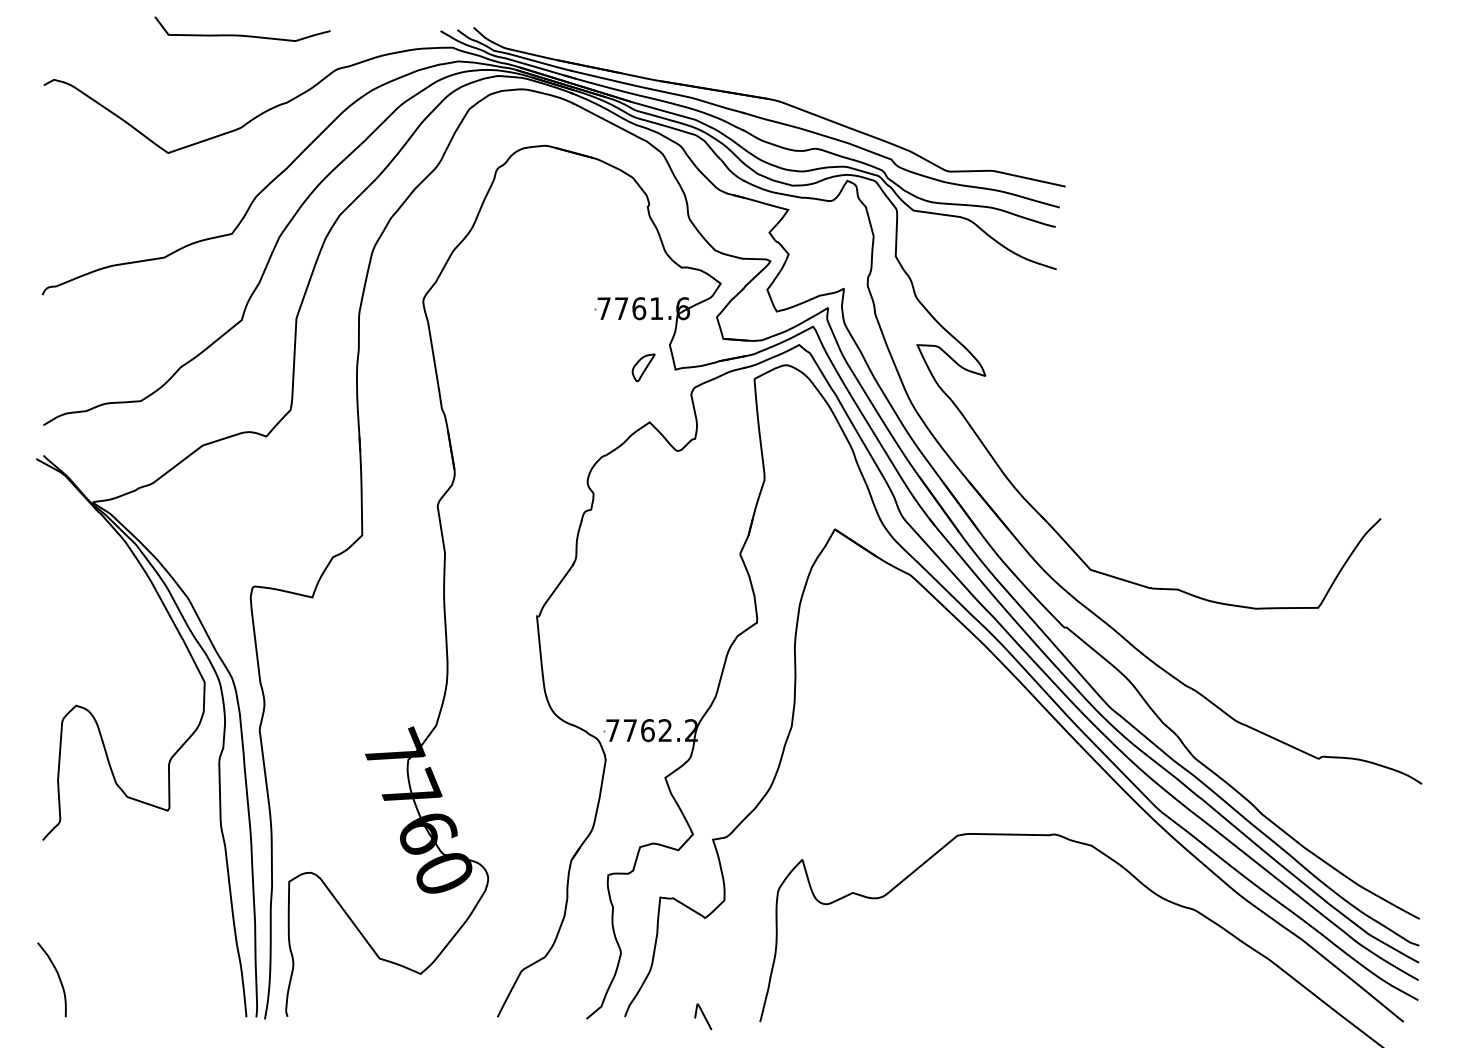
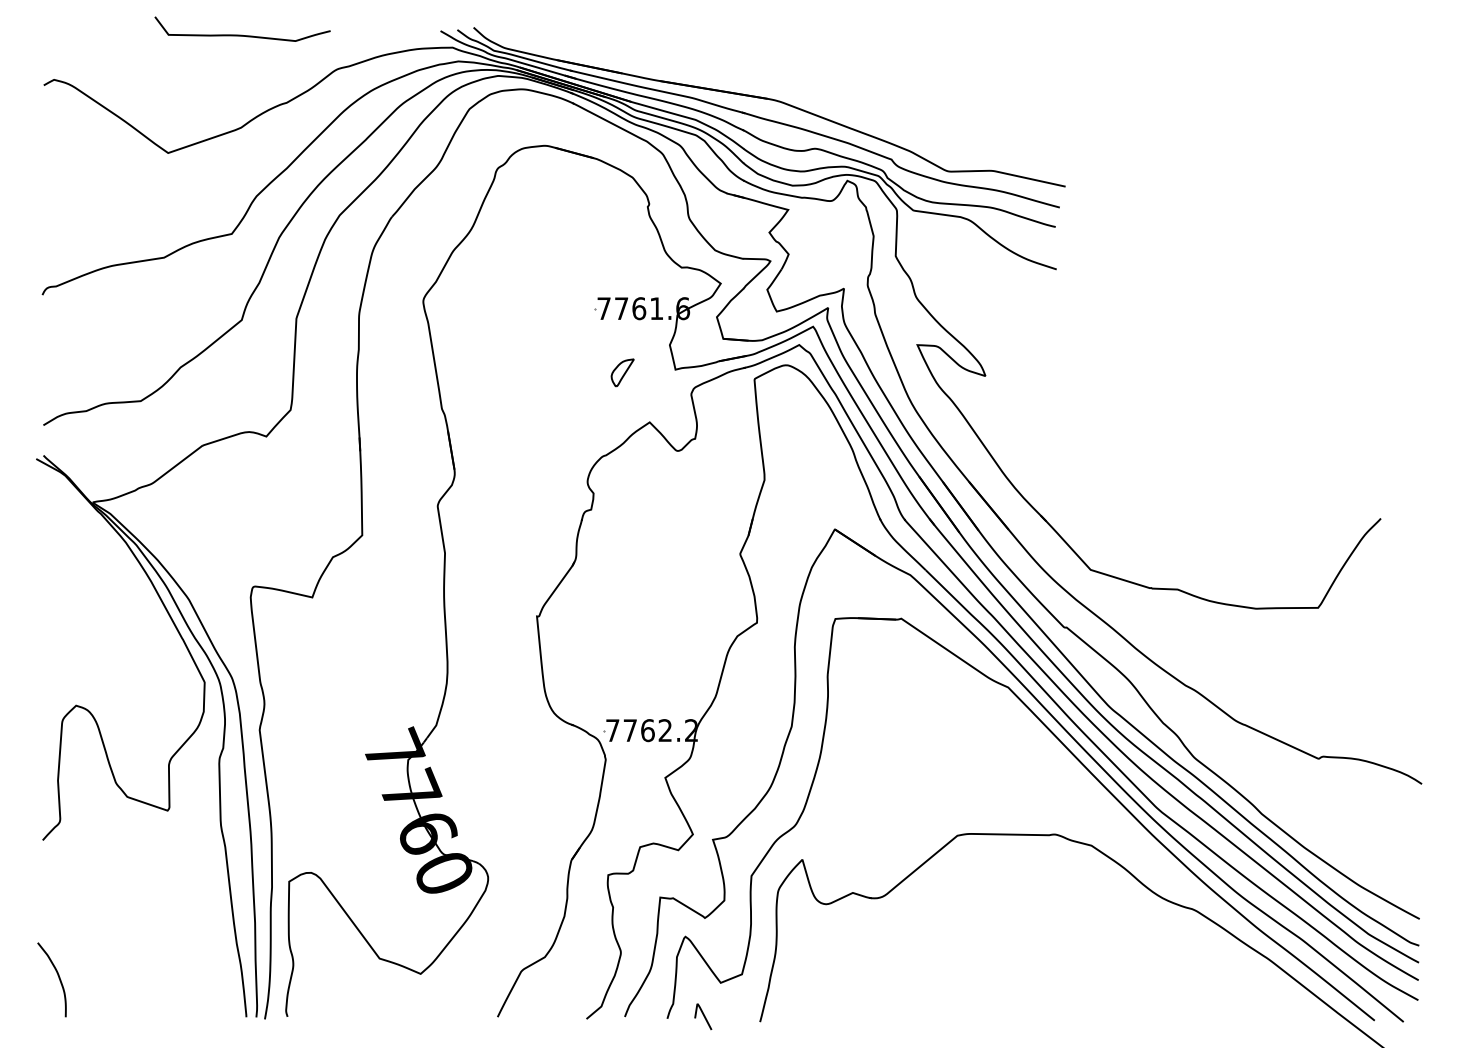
part at (643, 367) position: (643, 367) -> (622, 372)
part at (1078, 761): none -> present
